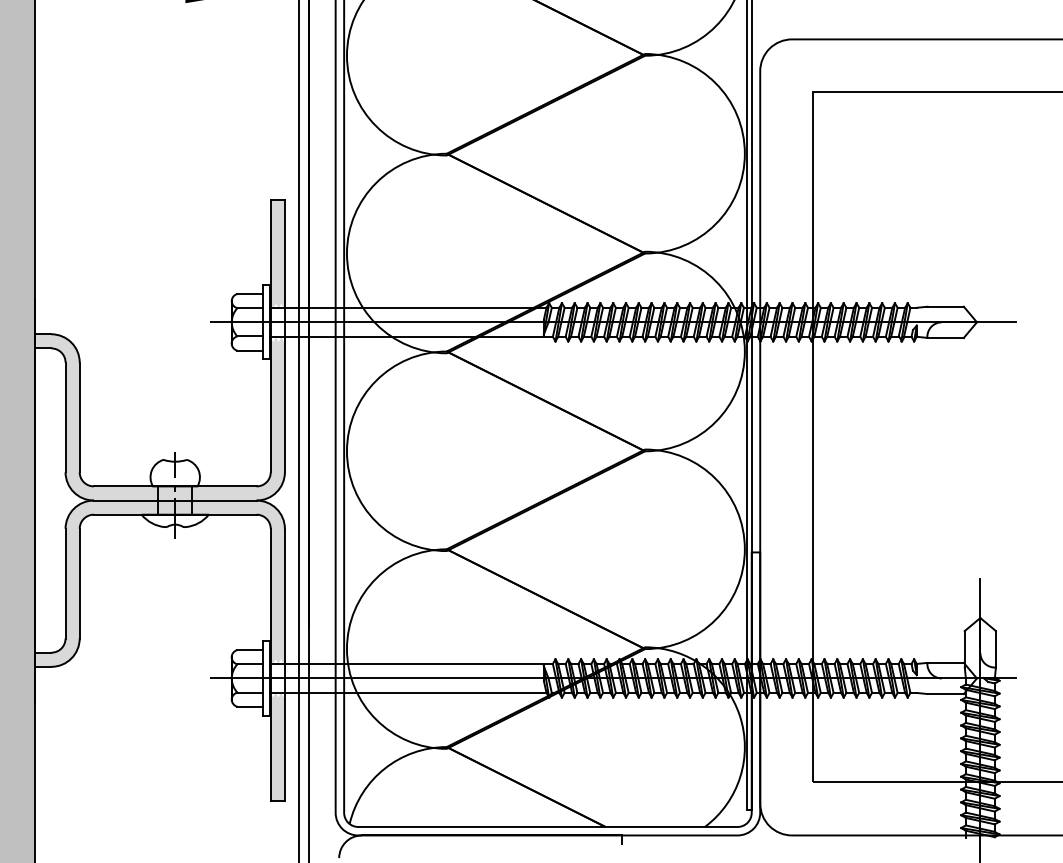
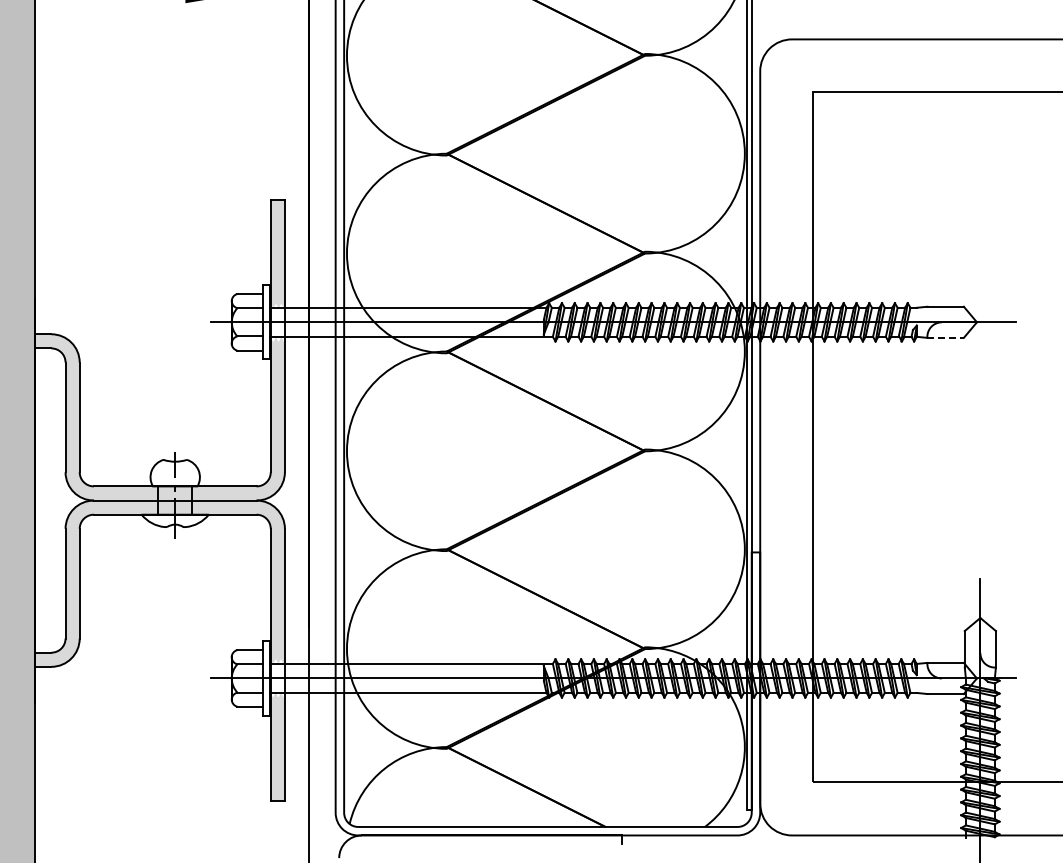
line at (946, 337): solid -> dashed
line at (298, 430): present -> none
